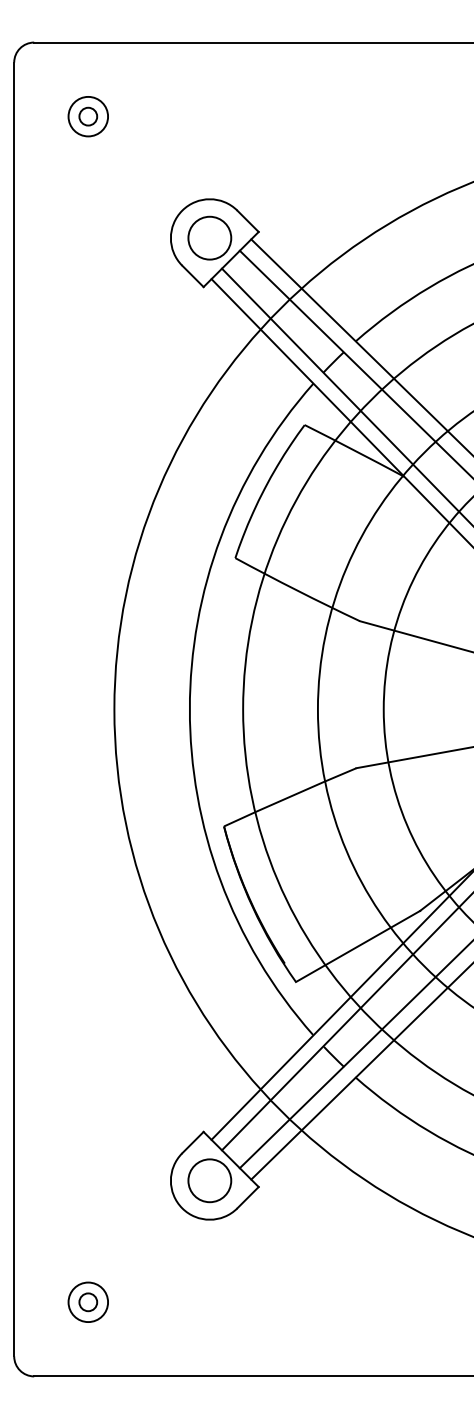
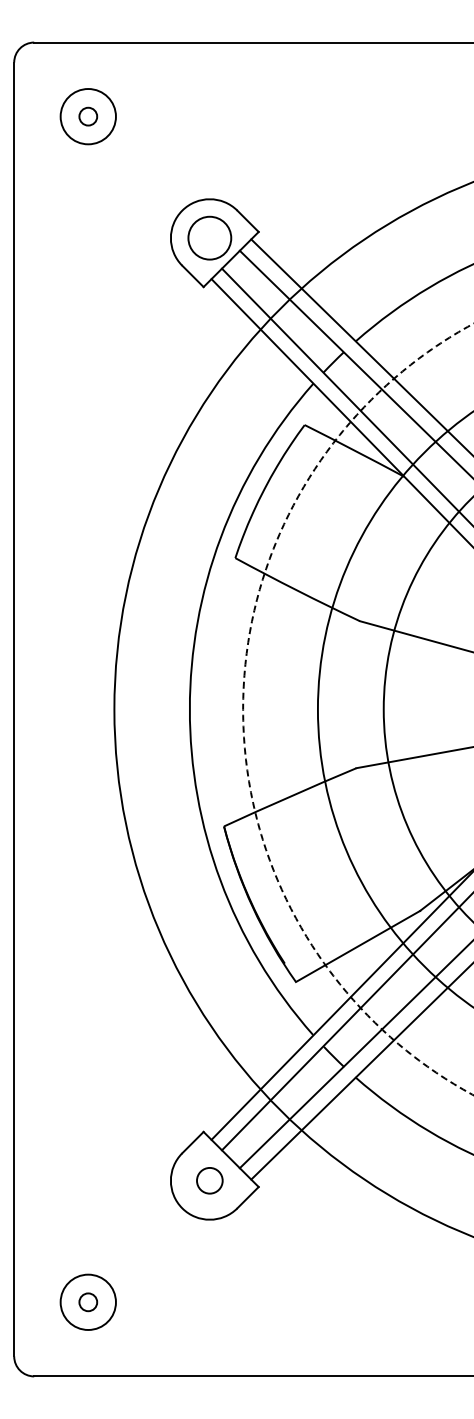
circle at (88, 116) diameter: 40 px -> 55 px
circle at (358, 709): solid -> dashed
circle at (209, 1180) diameter: 43 px -> 26 px
circle at (88, 1302) diameter: 40 px -> 55 px
